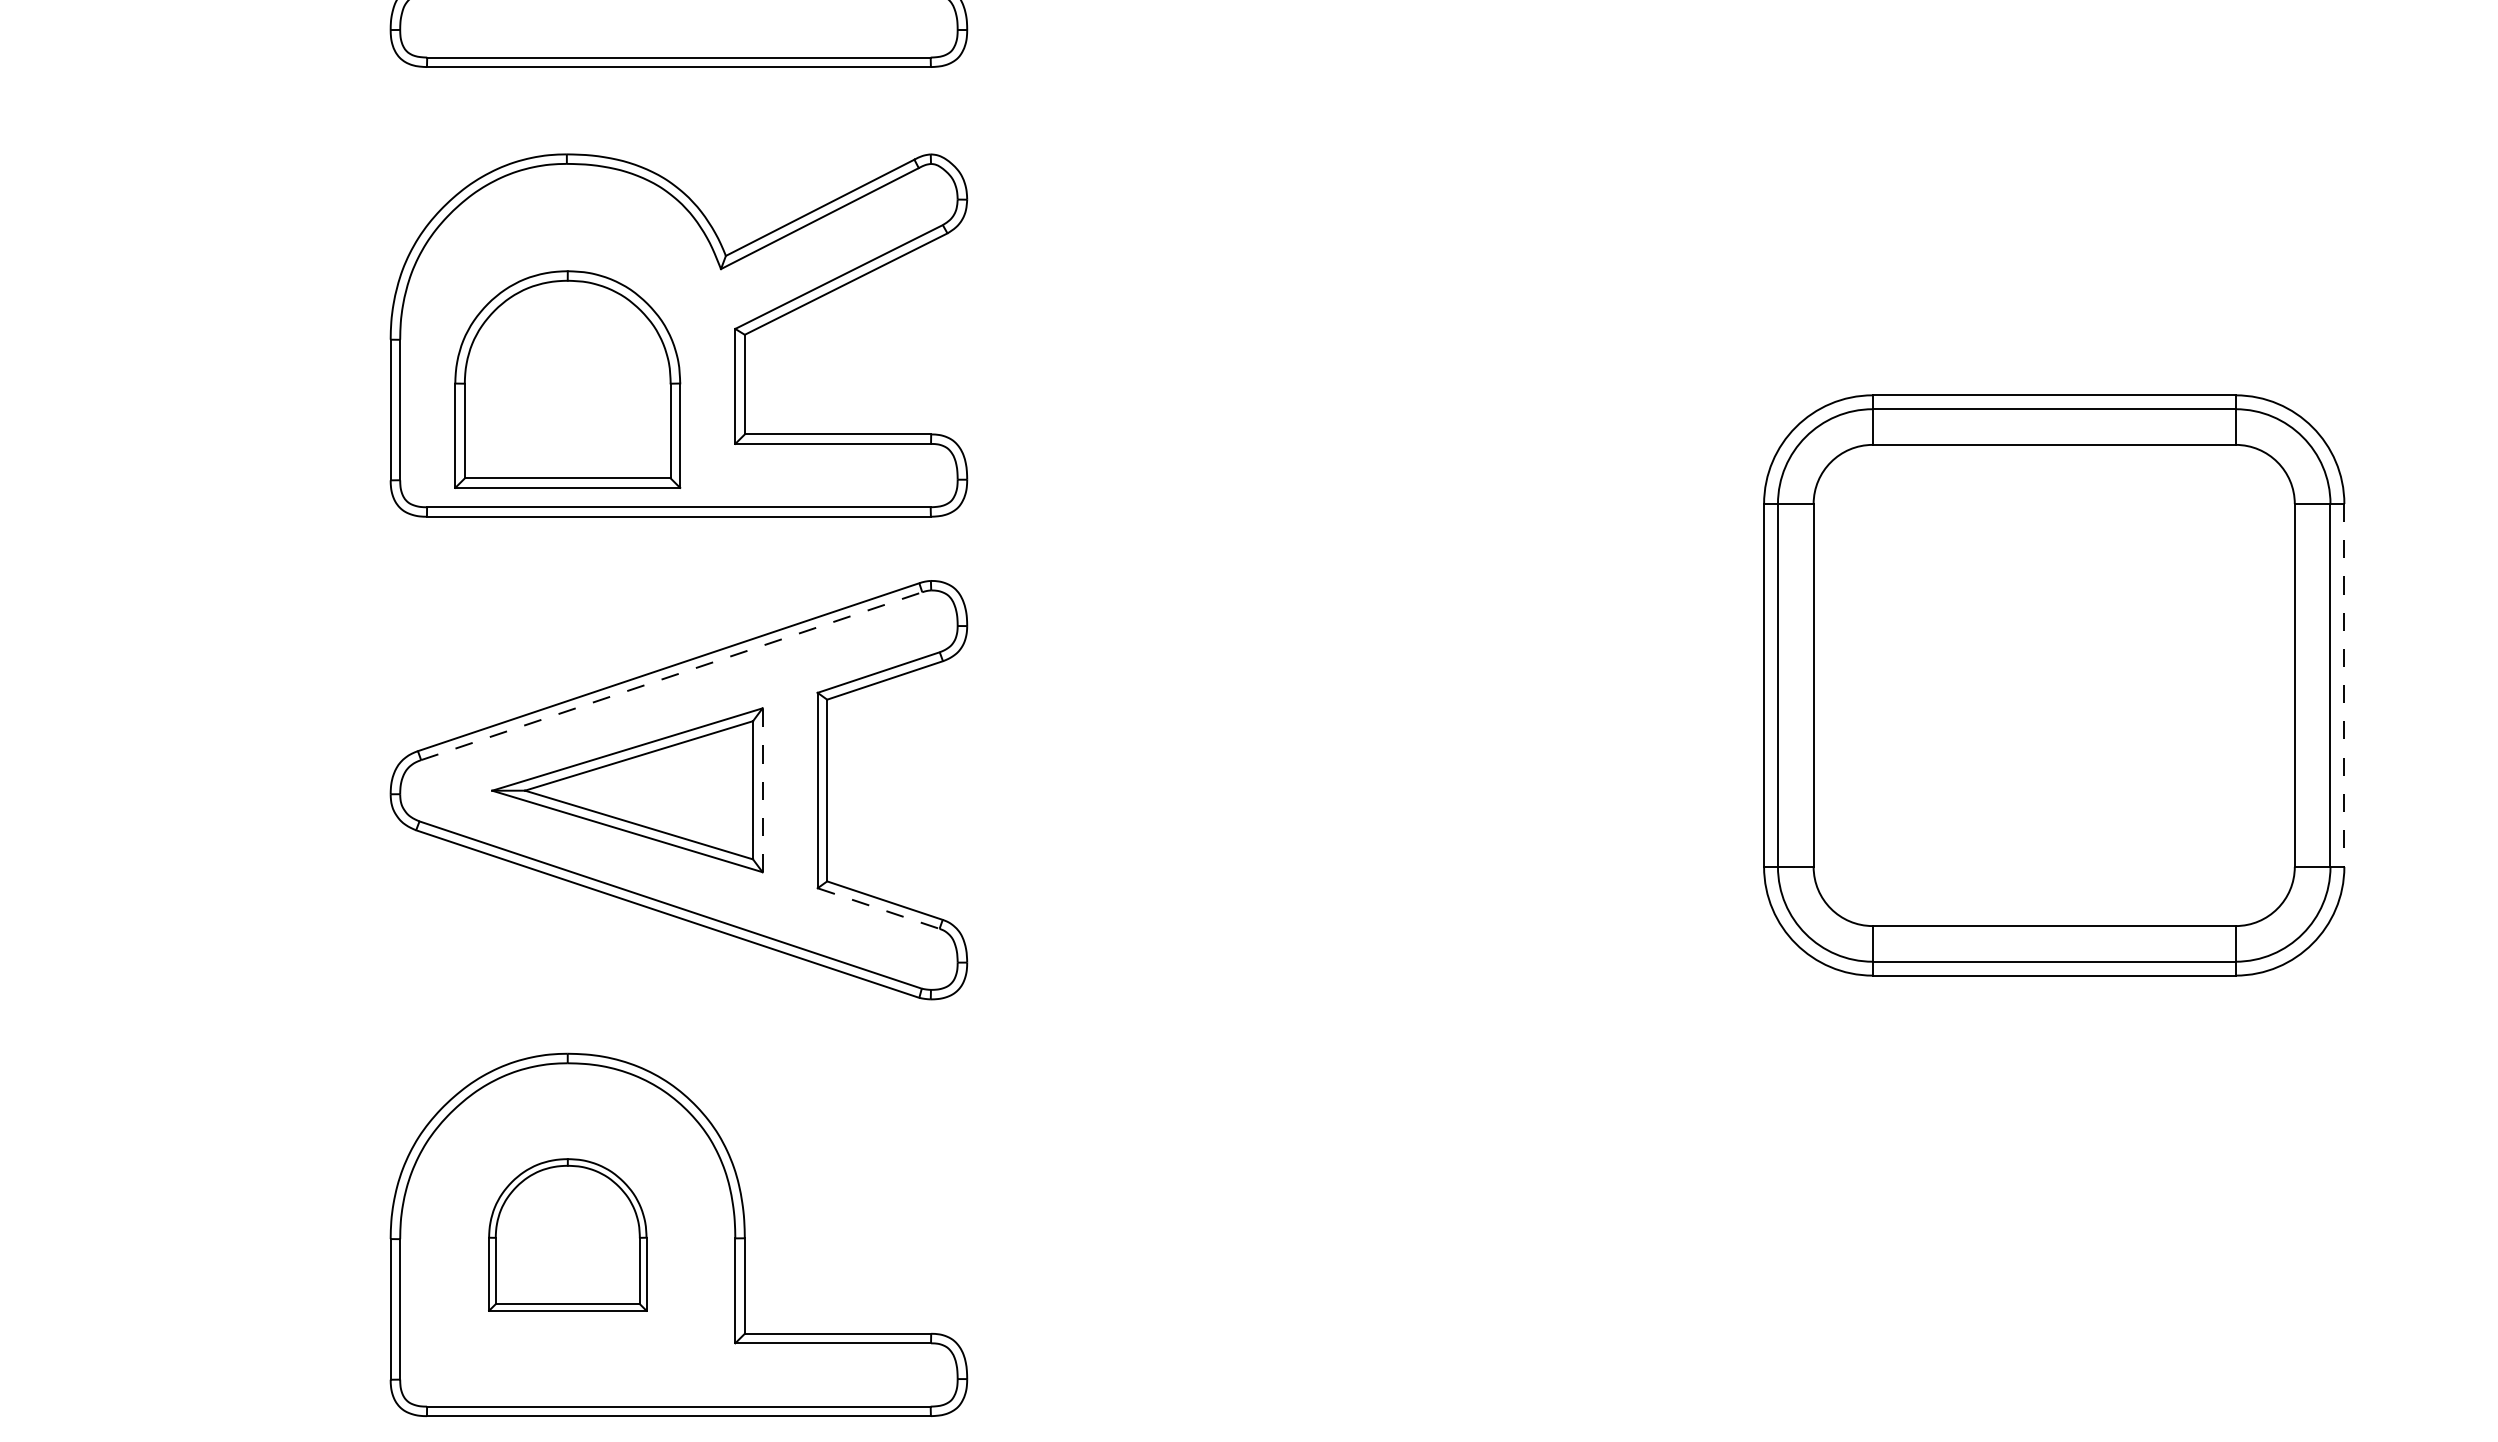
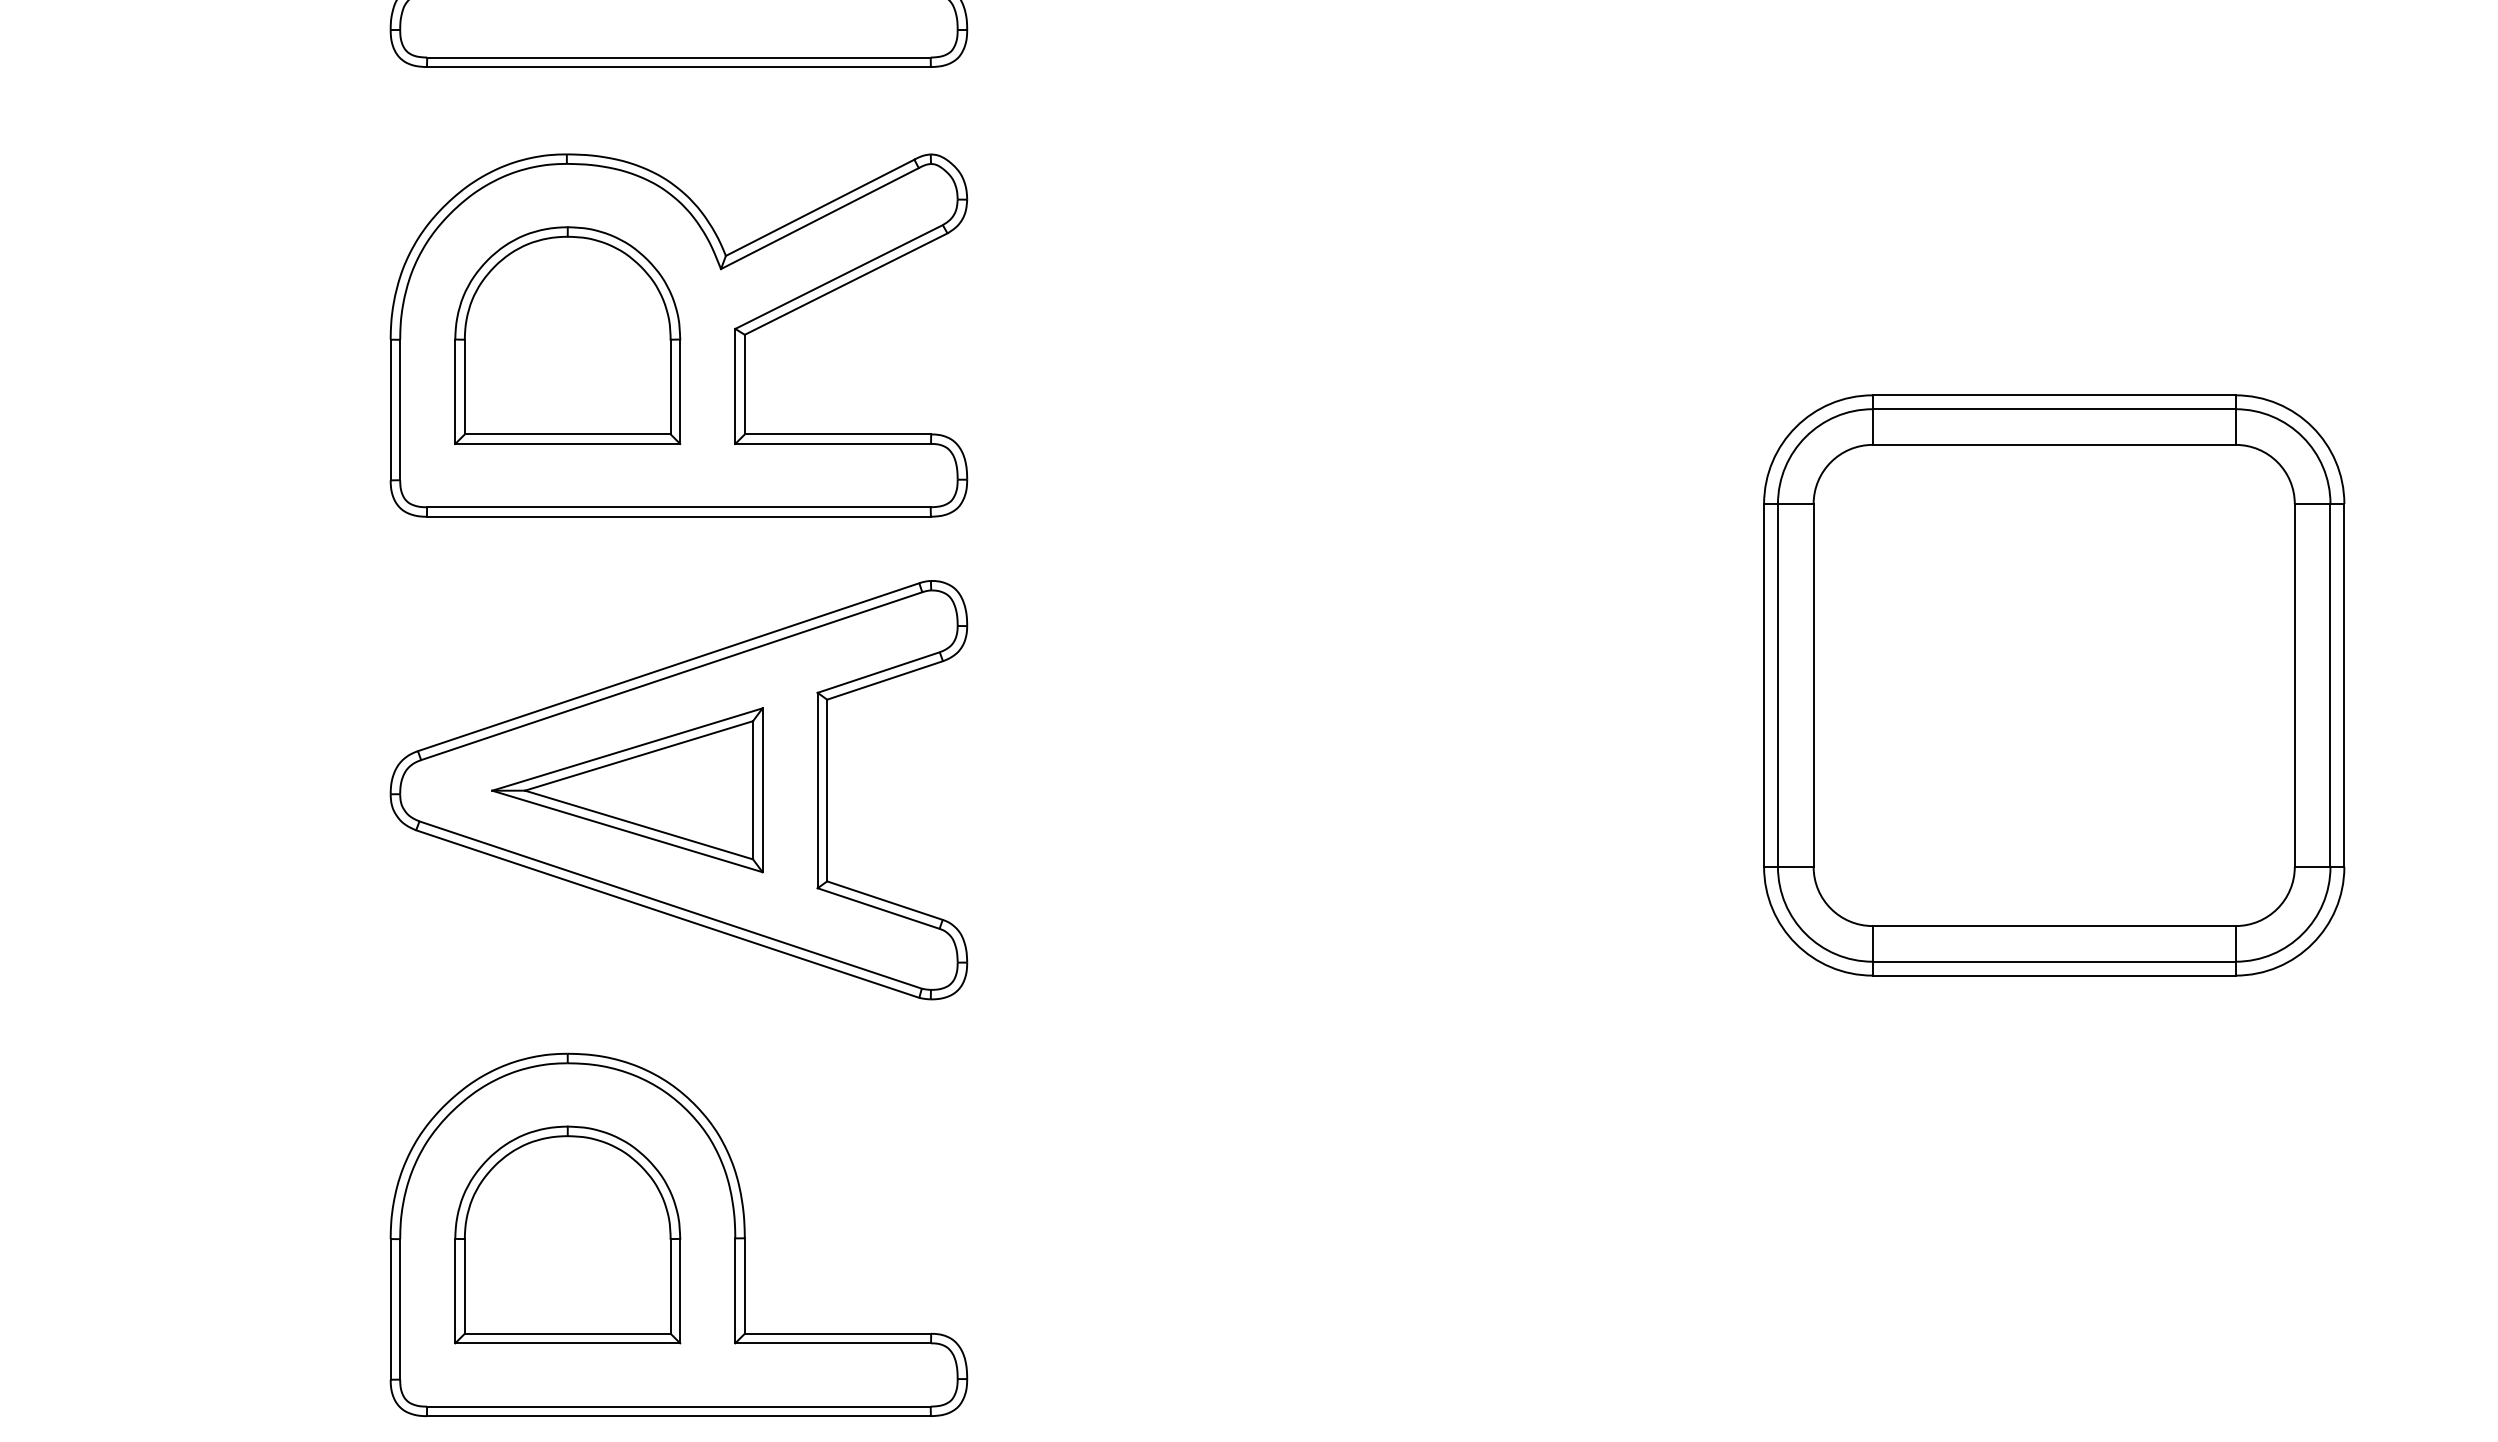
part at (567, 379) position: (567, 379) -> (567, 335)
line at (672, 676): dashed -> solid
line at (2344, 685): dashed -> solid
line at (762, 790): dashed -> solid
line at (879, 908): dashed -> solid
part at (567, 1234) size: 160x154 px -> 228x220 px
